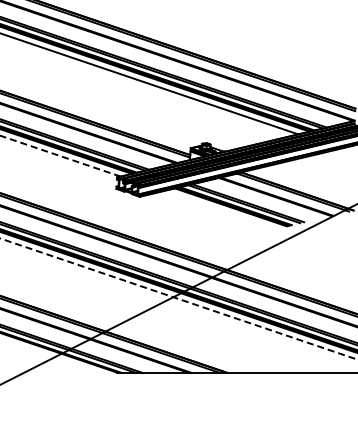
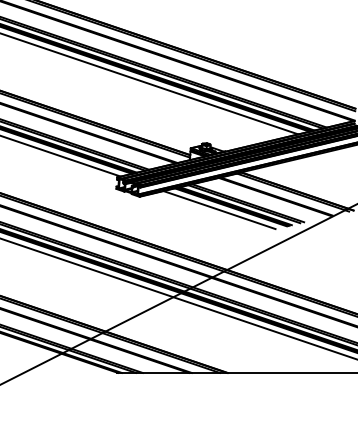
line at (60, 156): dashed -> solid
line at (219, 210): none -> present
line at (178, 298): dashed -> solid
